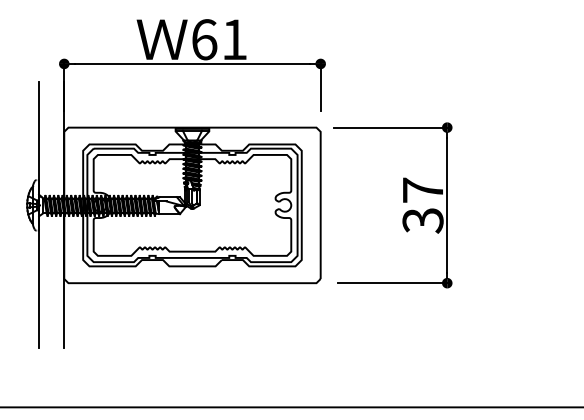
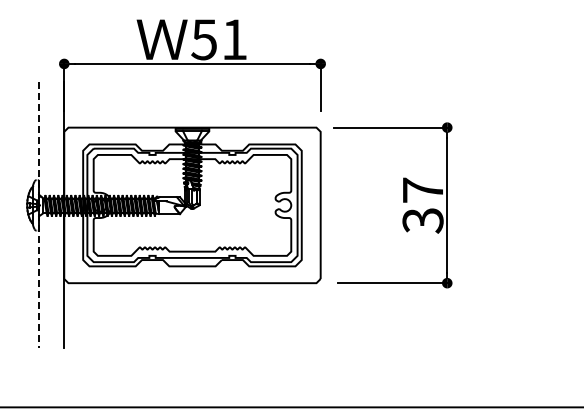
text at (204, 39): 61 -> 51
line at (39, 215): solid -> dashed
